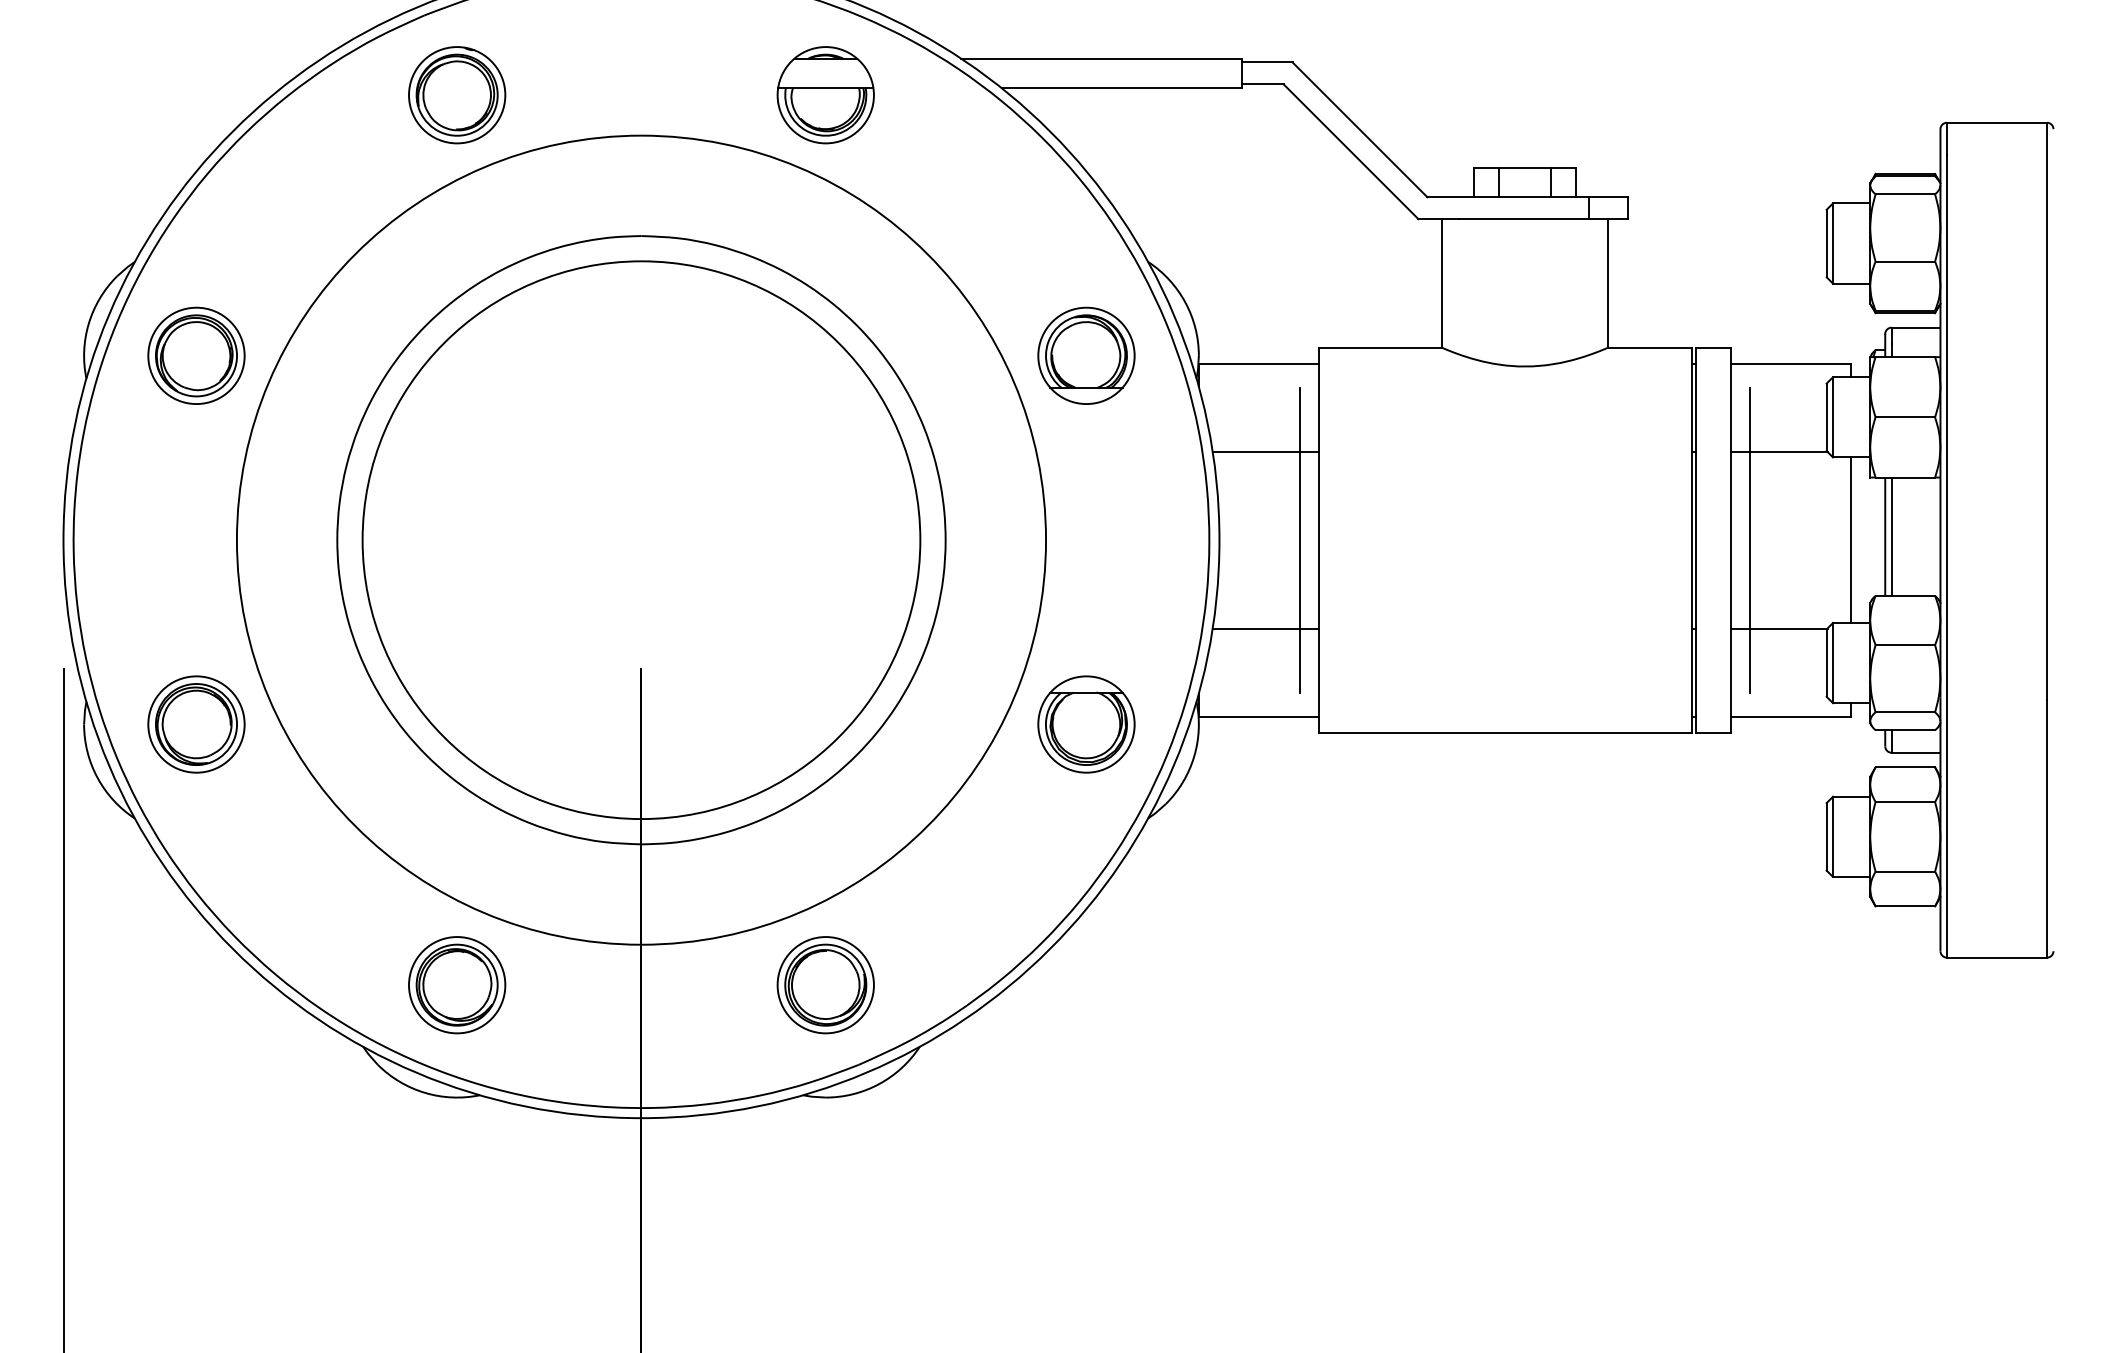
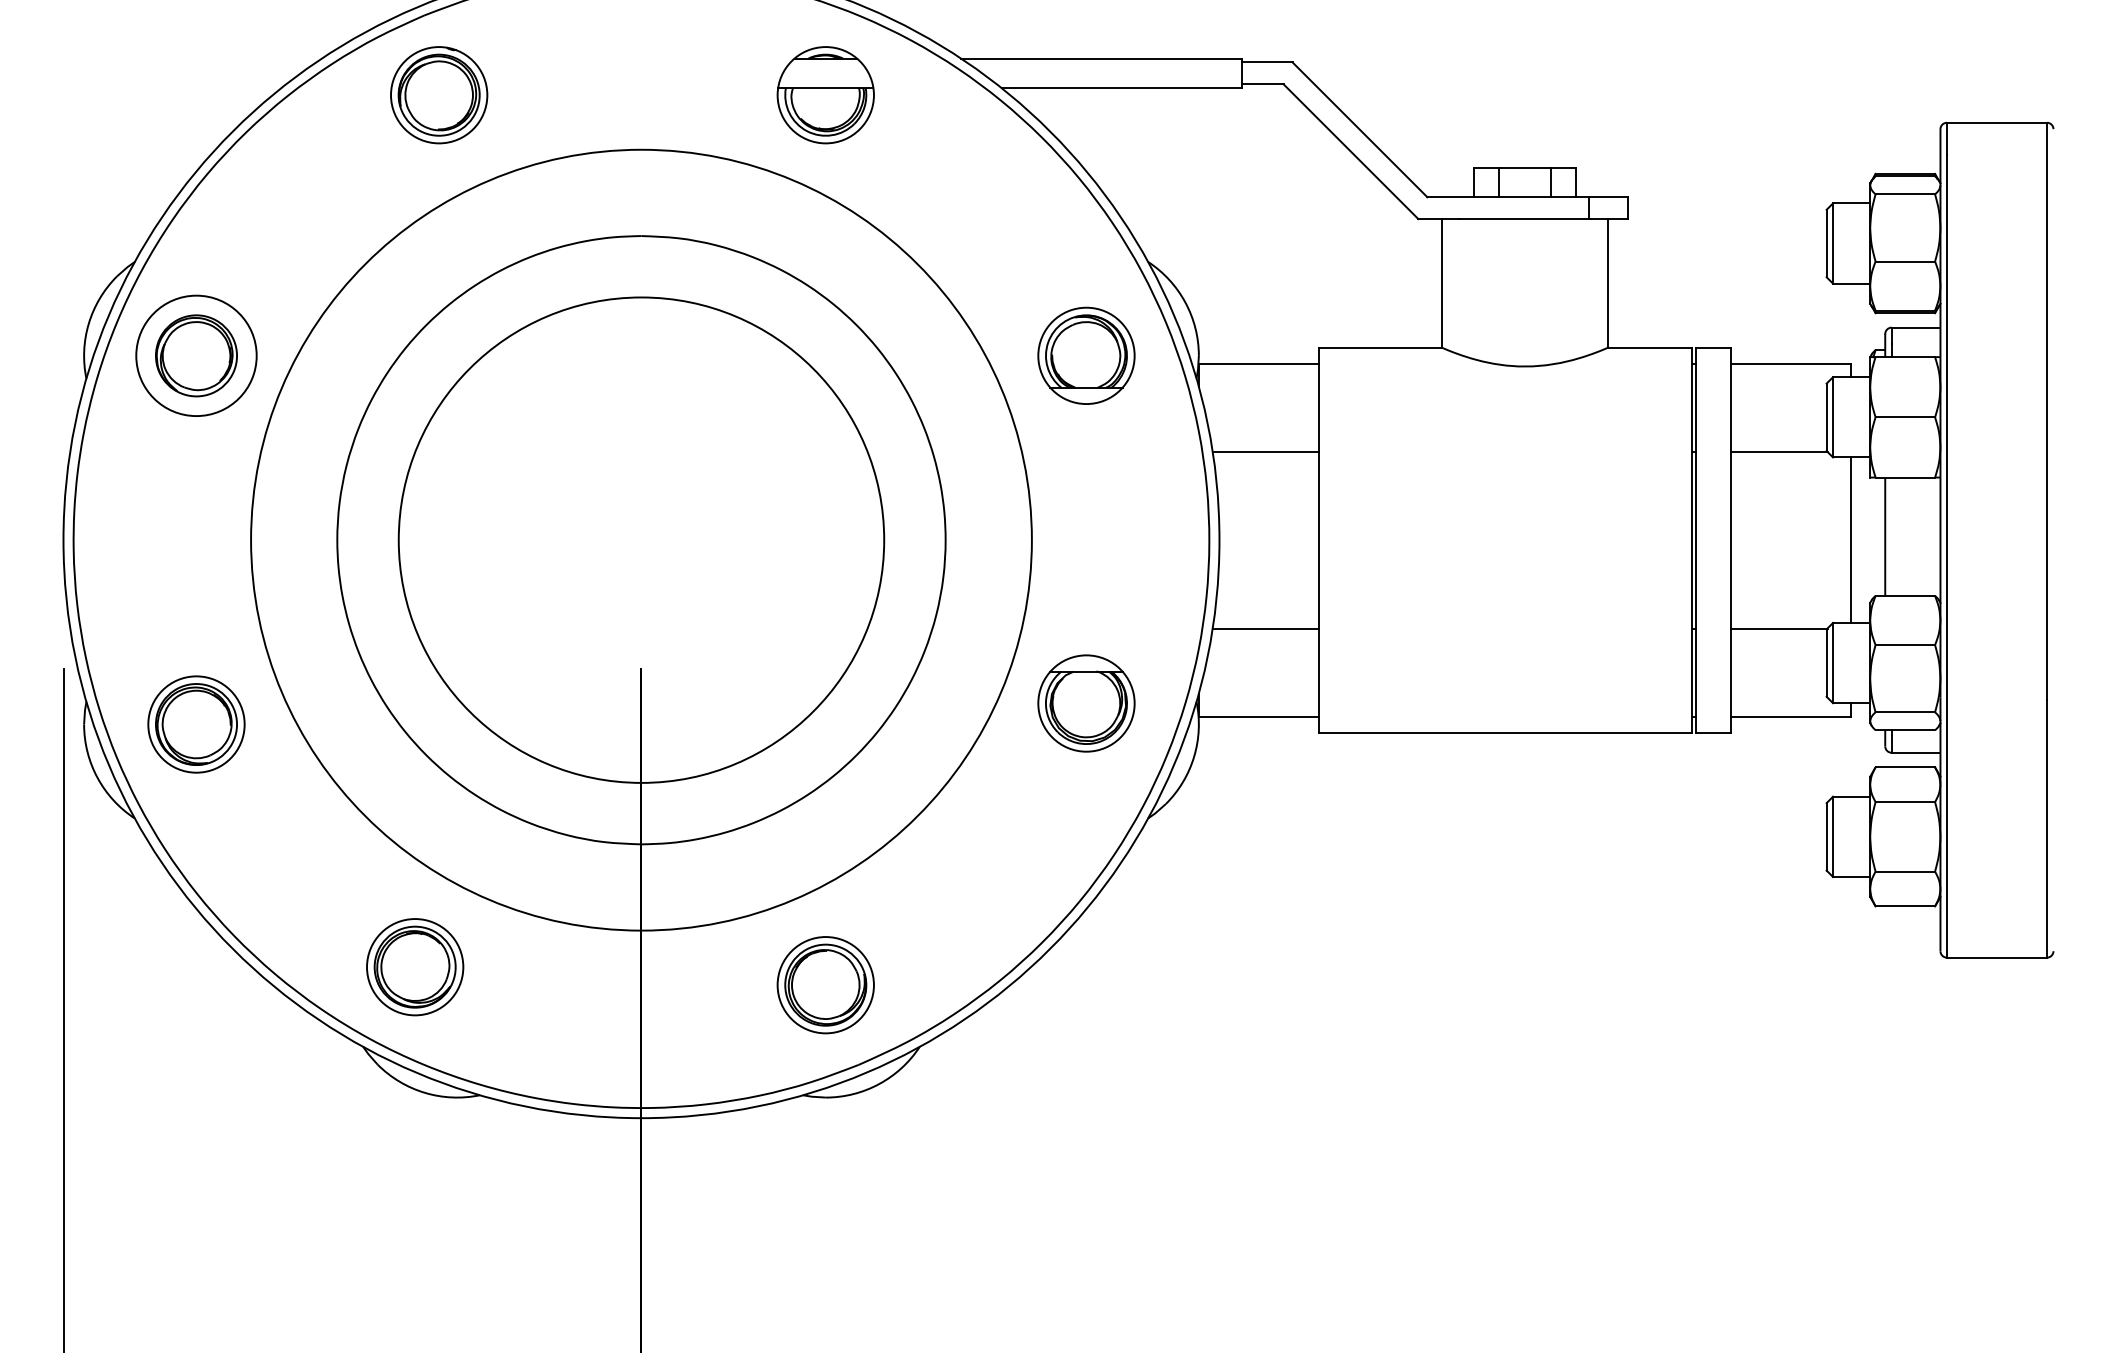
part at (457, 95) position: (457, 95) -> (439, 95)
circle at (196, 355) diameter: 96 px -> 120 px
line at (1891, 536): present -> none
circle at (641, 539) diameter: 809 px -> 485 px
line at (1299, 539): present -> none
line at (1750, 539): present -> none
circle at (641, 540) diameter: 558 px -> 781 px
part at (1086, 724) position: (1086, 724) -> (1086, 703)
part at (457, 985) position: (457, 985) -> (415, 967)
